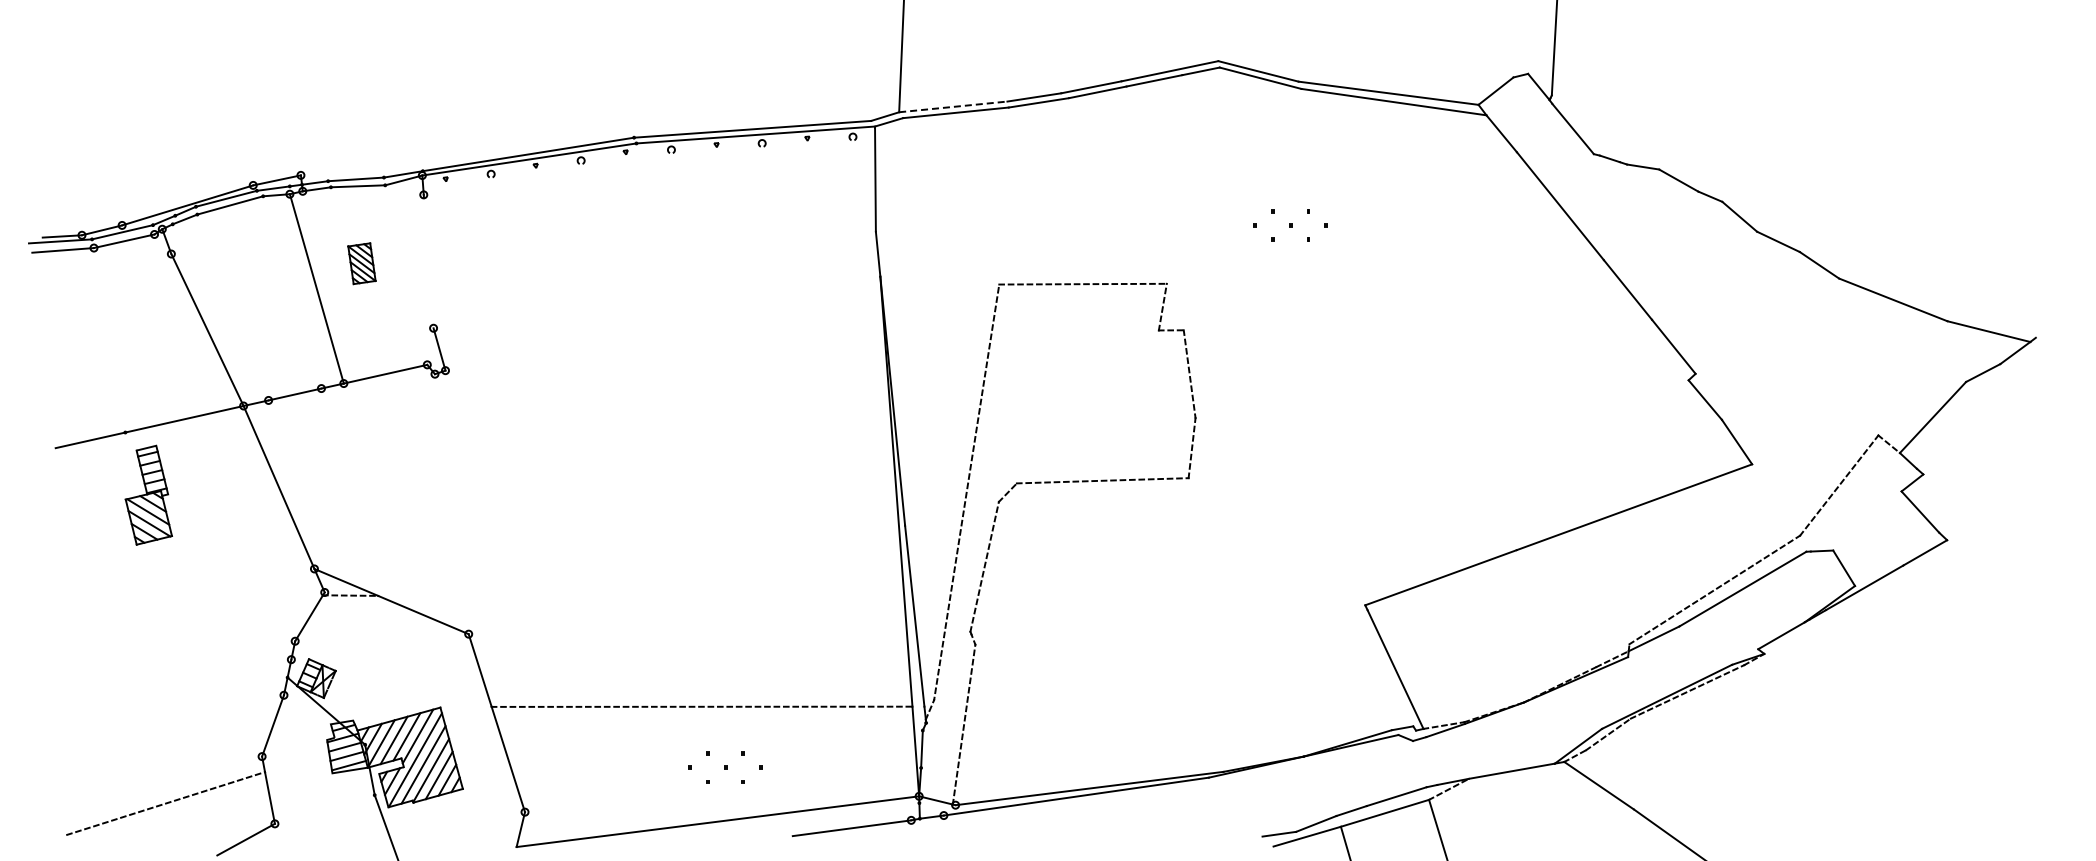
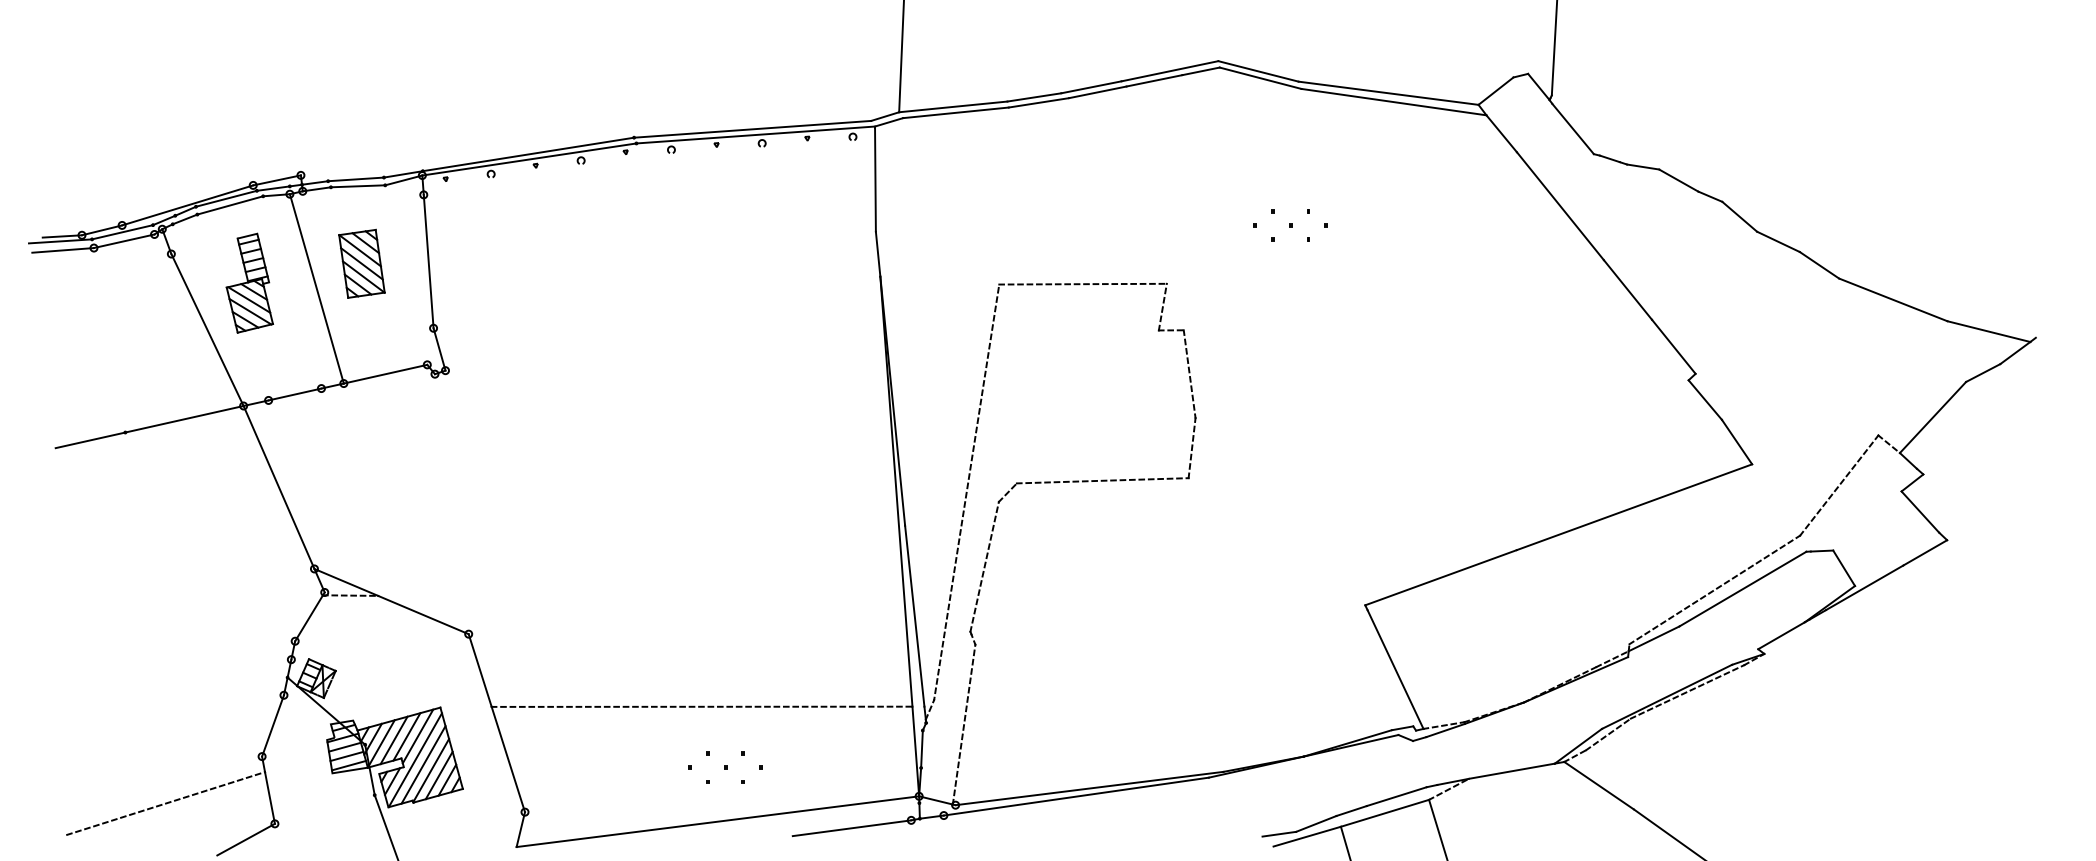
line at (953, 106): dashed -> solid
line at (428, 262): none -> present
part at (361, 263) size: 30x44 px -> 48x71 px
part at (148, 494) position: (148, 494) -> (249, 282)
